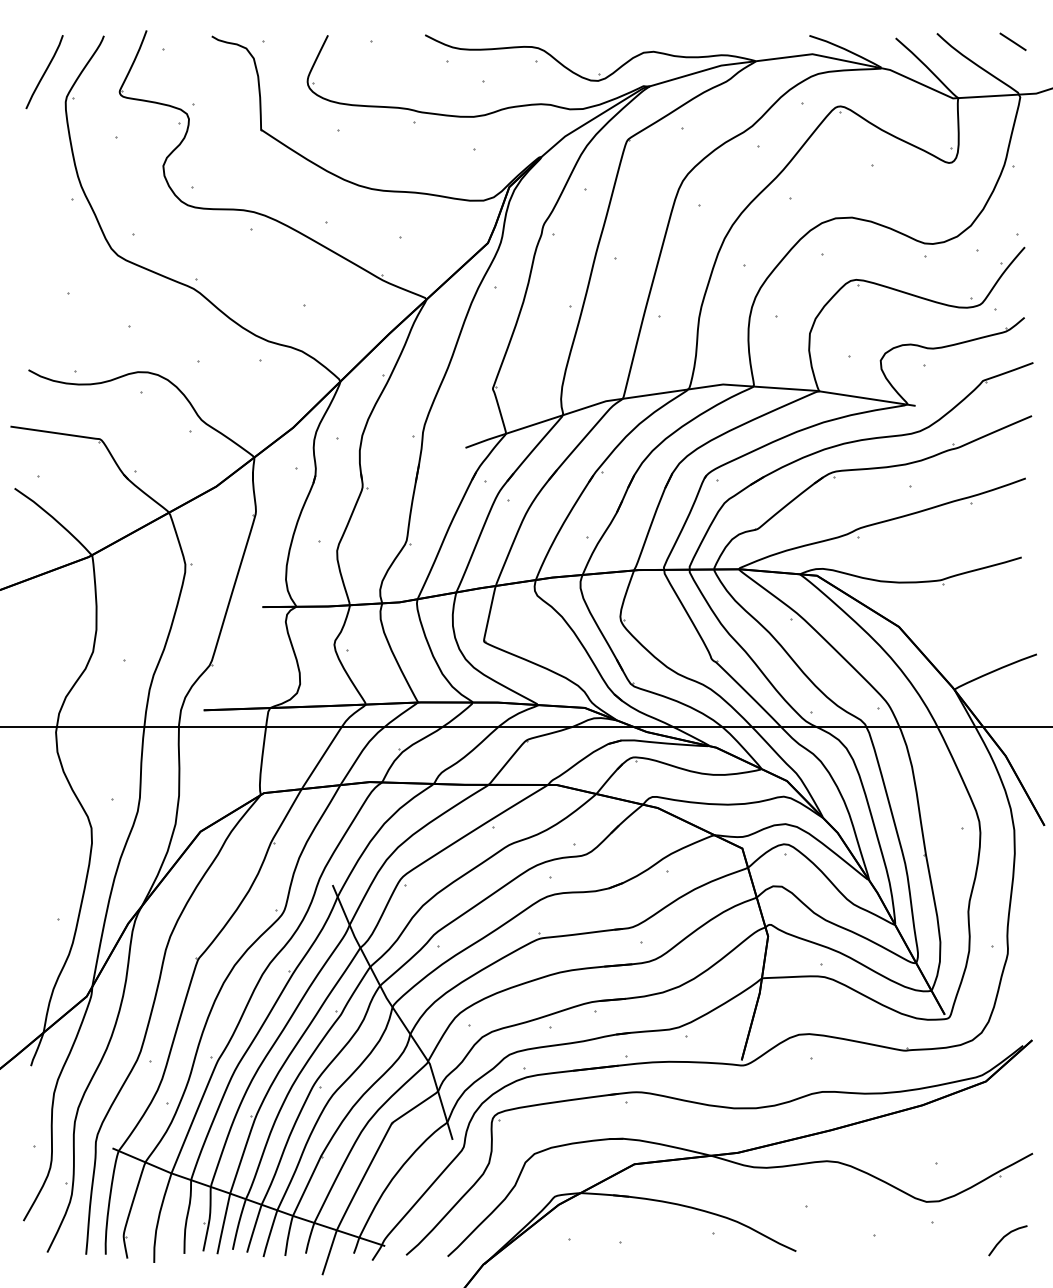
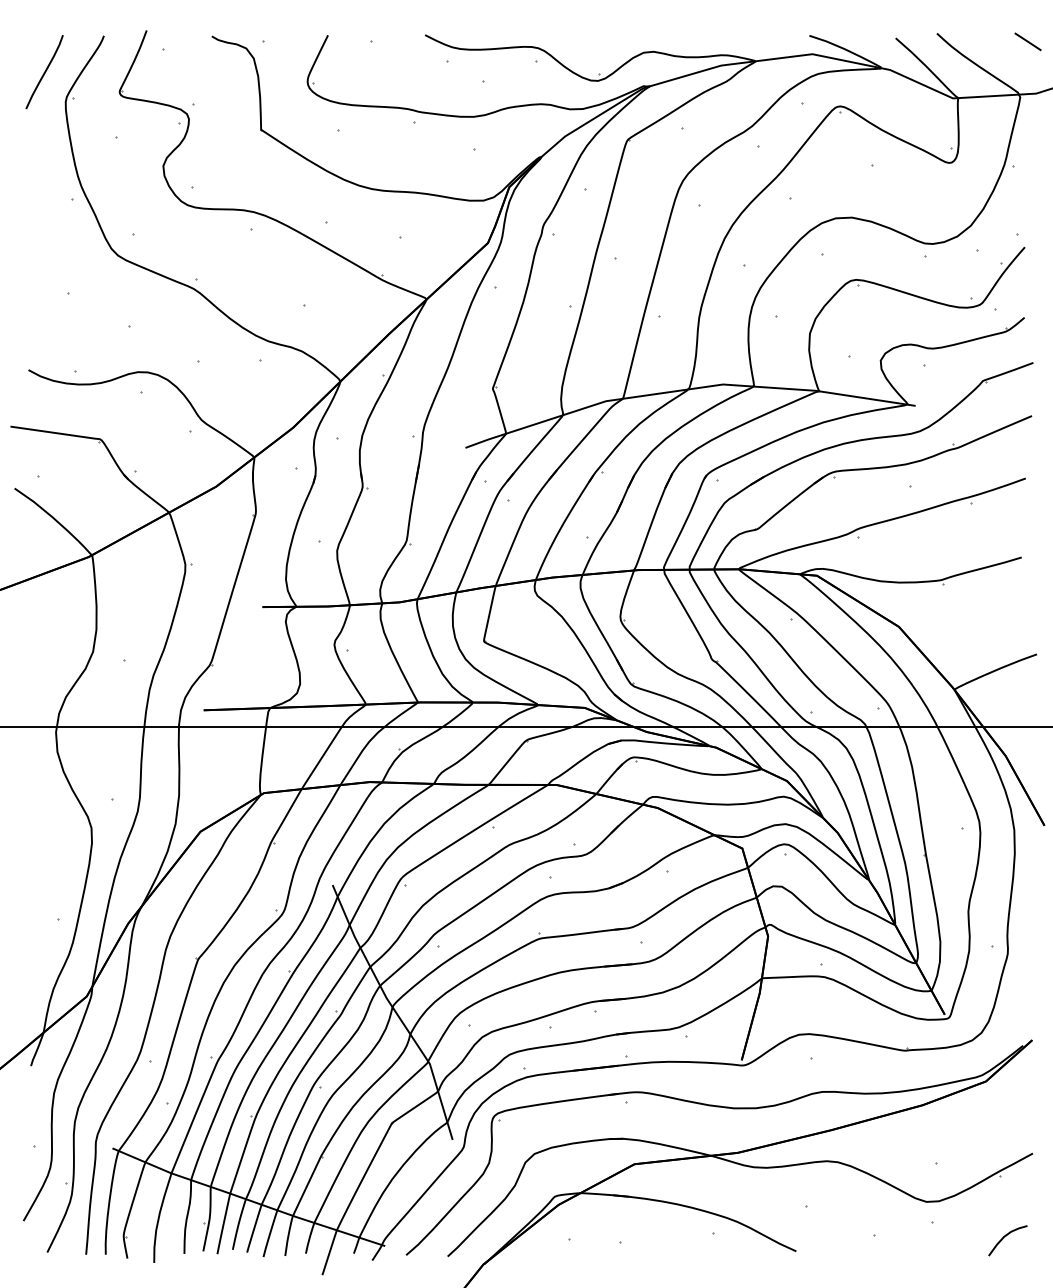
line at (1012, 41) position: (1012, 41) -> (1027, 41)
